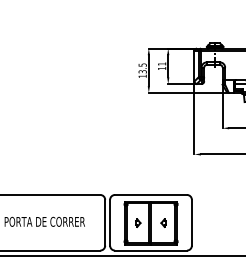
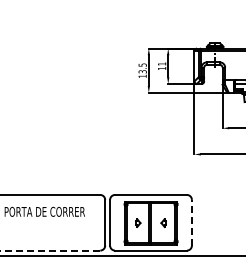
text at (44, 221) position: (44, 221) -> (44, 211)
line at (191, 222): solid -> dashed
line at (50, 250): solid -> dashed
